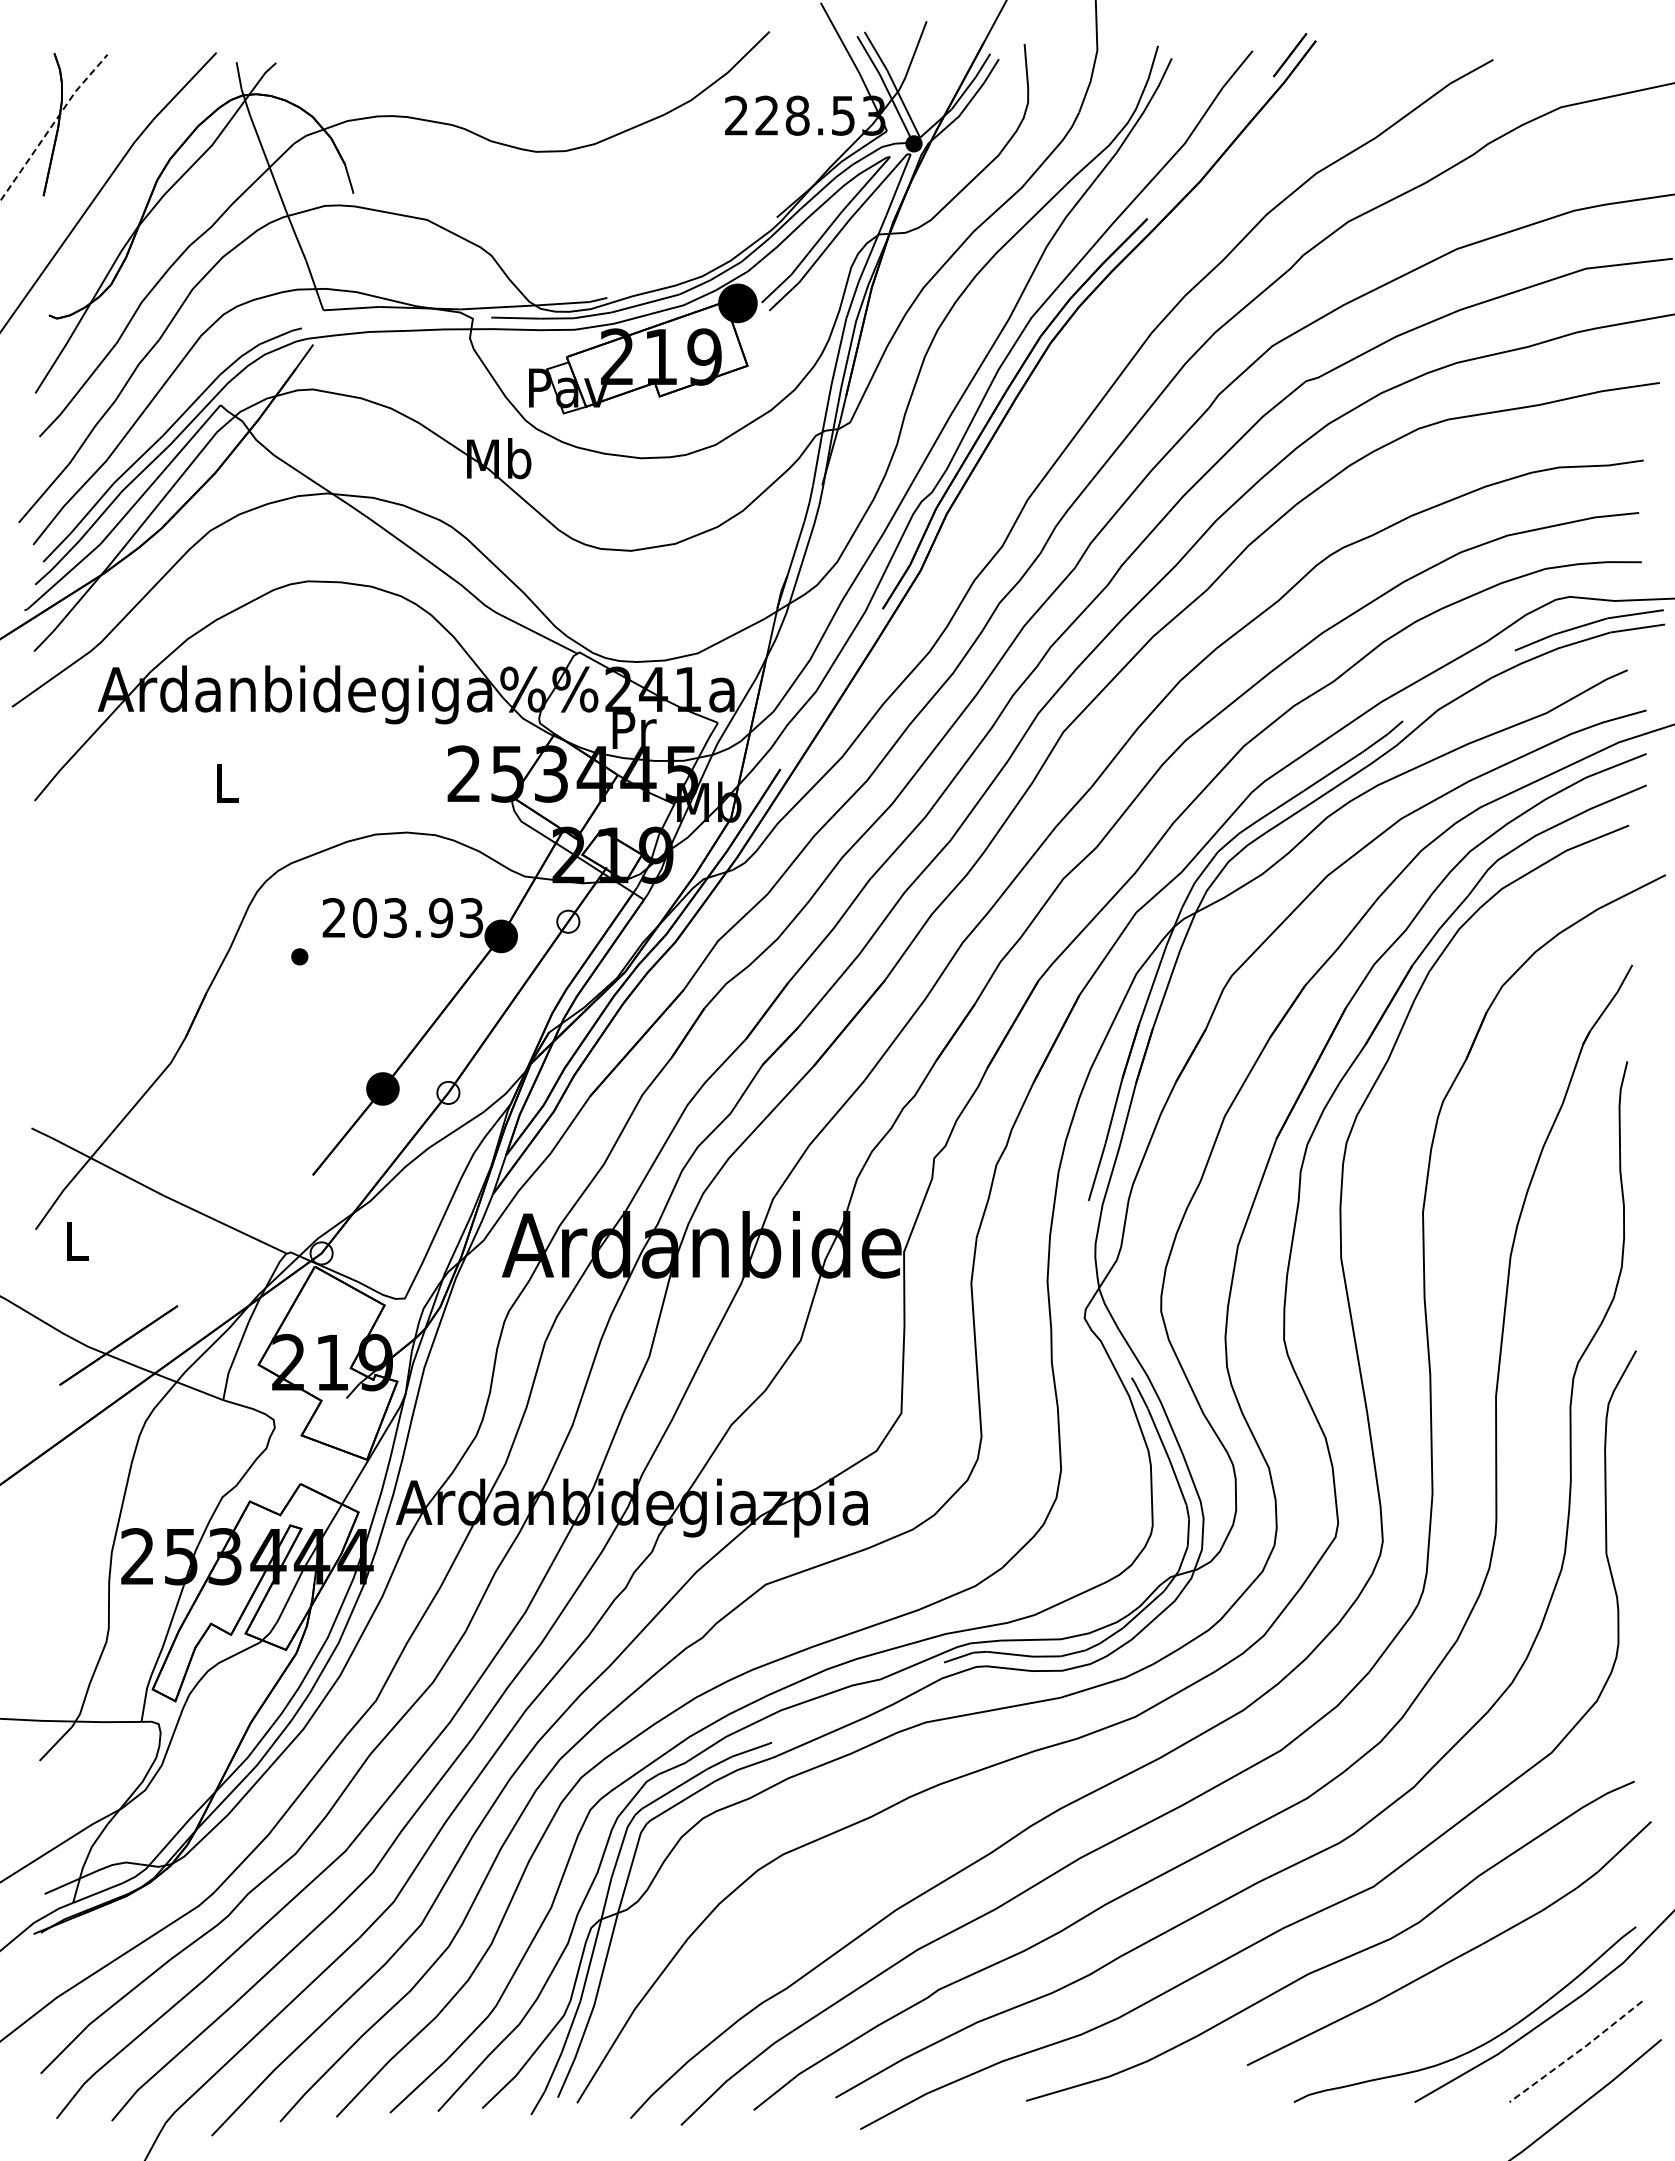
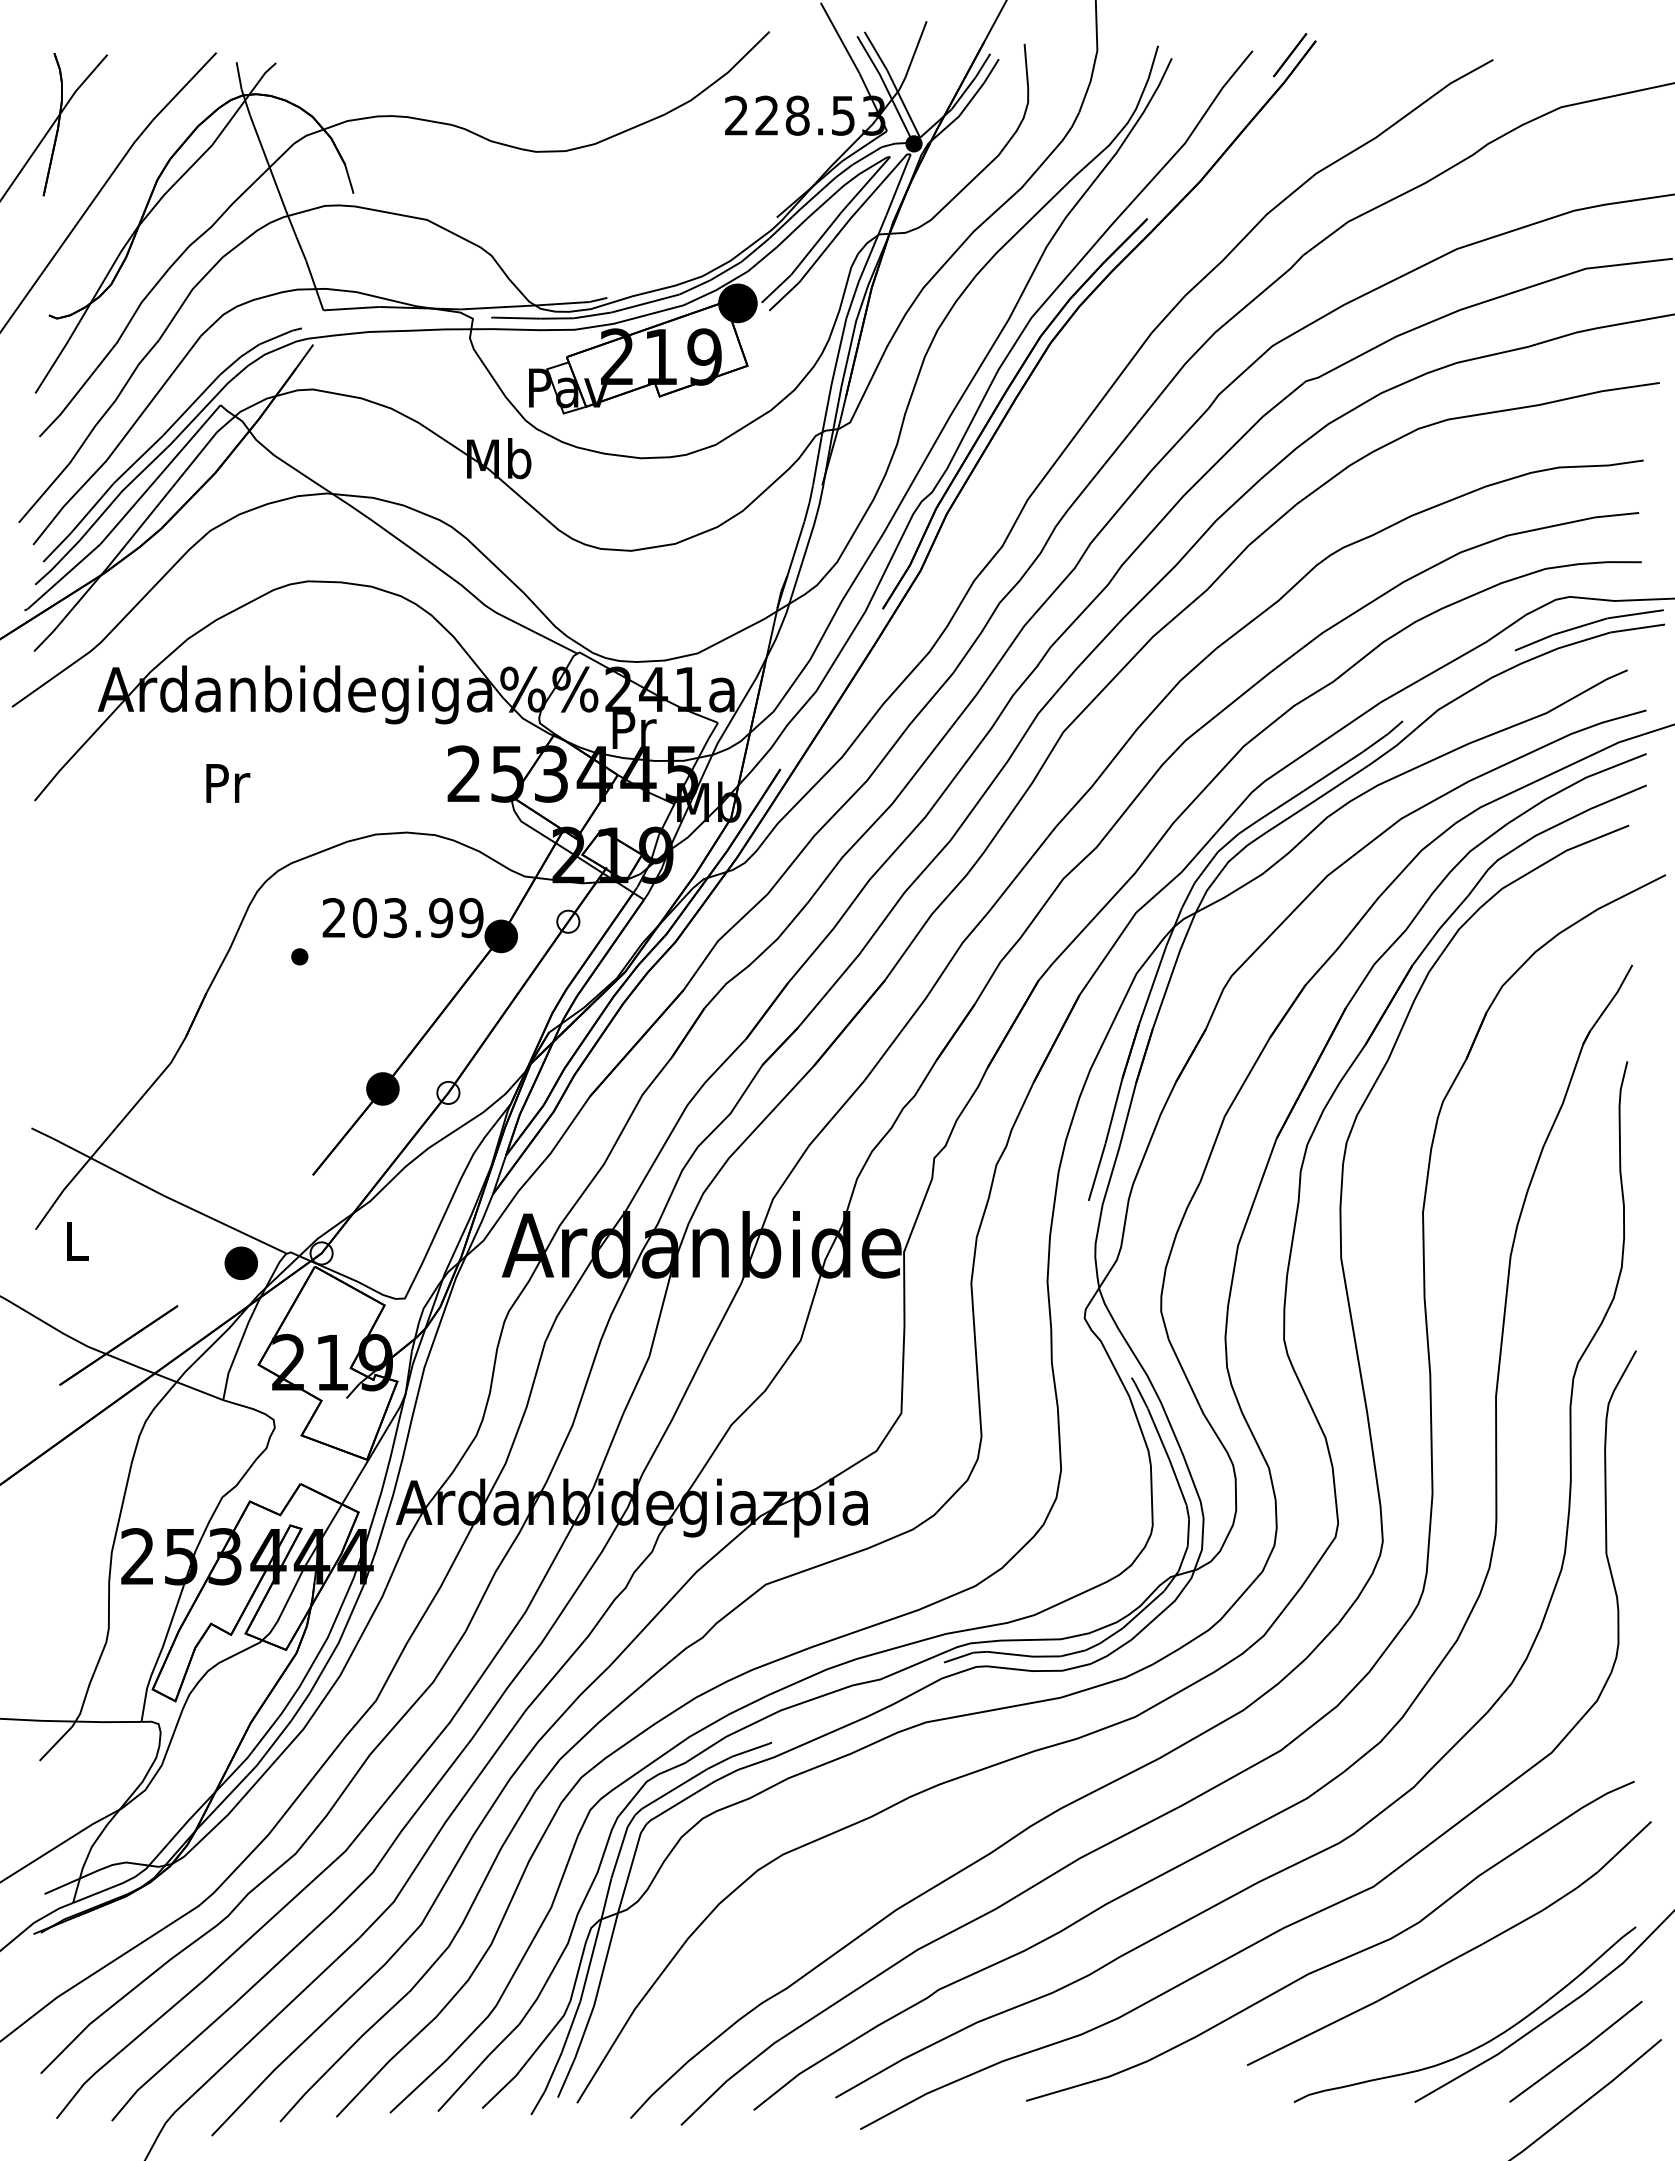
line at (52, 125): dashed -> solid
text at (228, 783): L -> Pr
text at (471, 917): 203.93 -> 203.99
part at (240, 1262): none -> present
line at (1576, 2052): dashed -> solid
